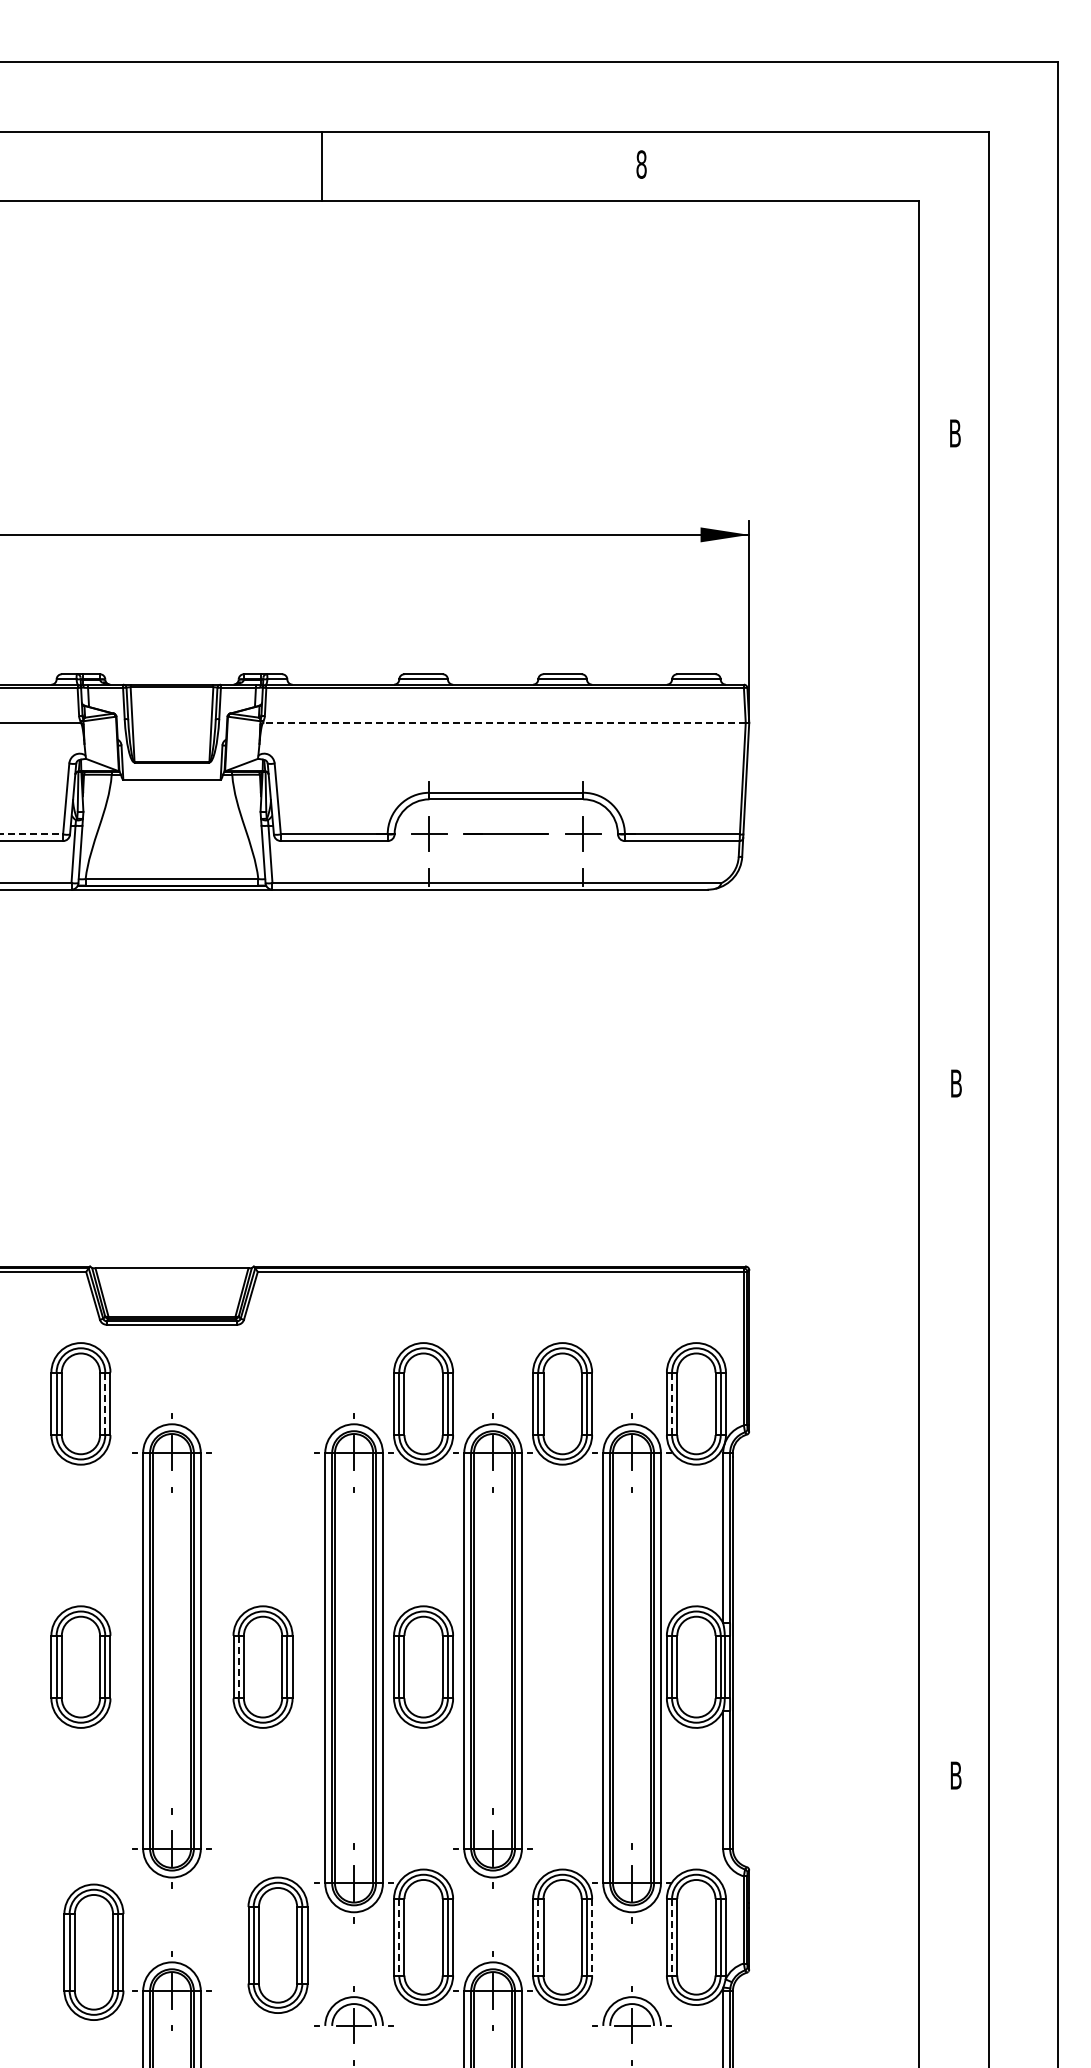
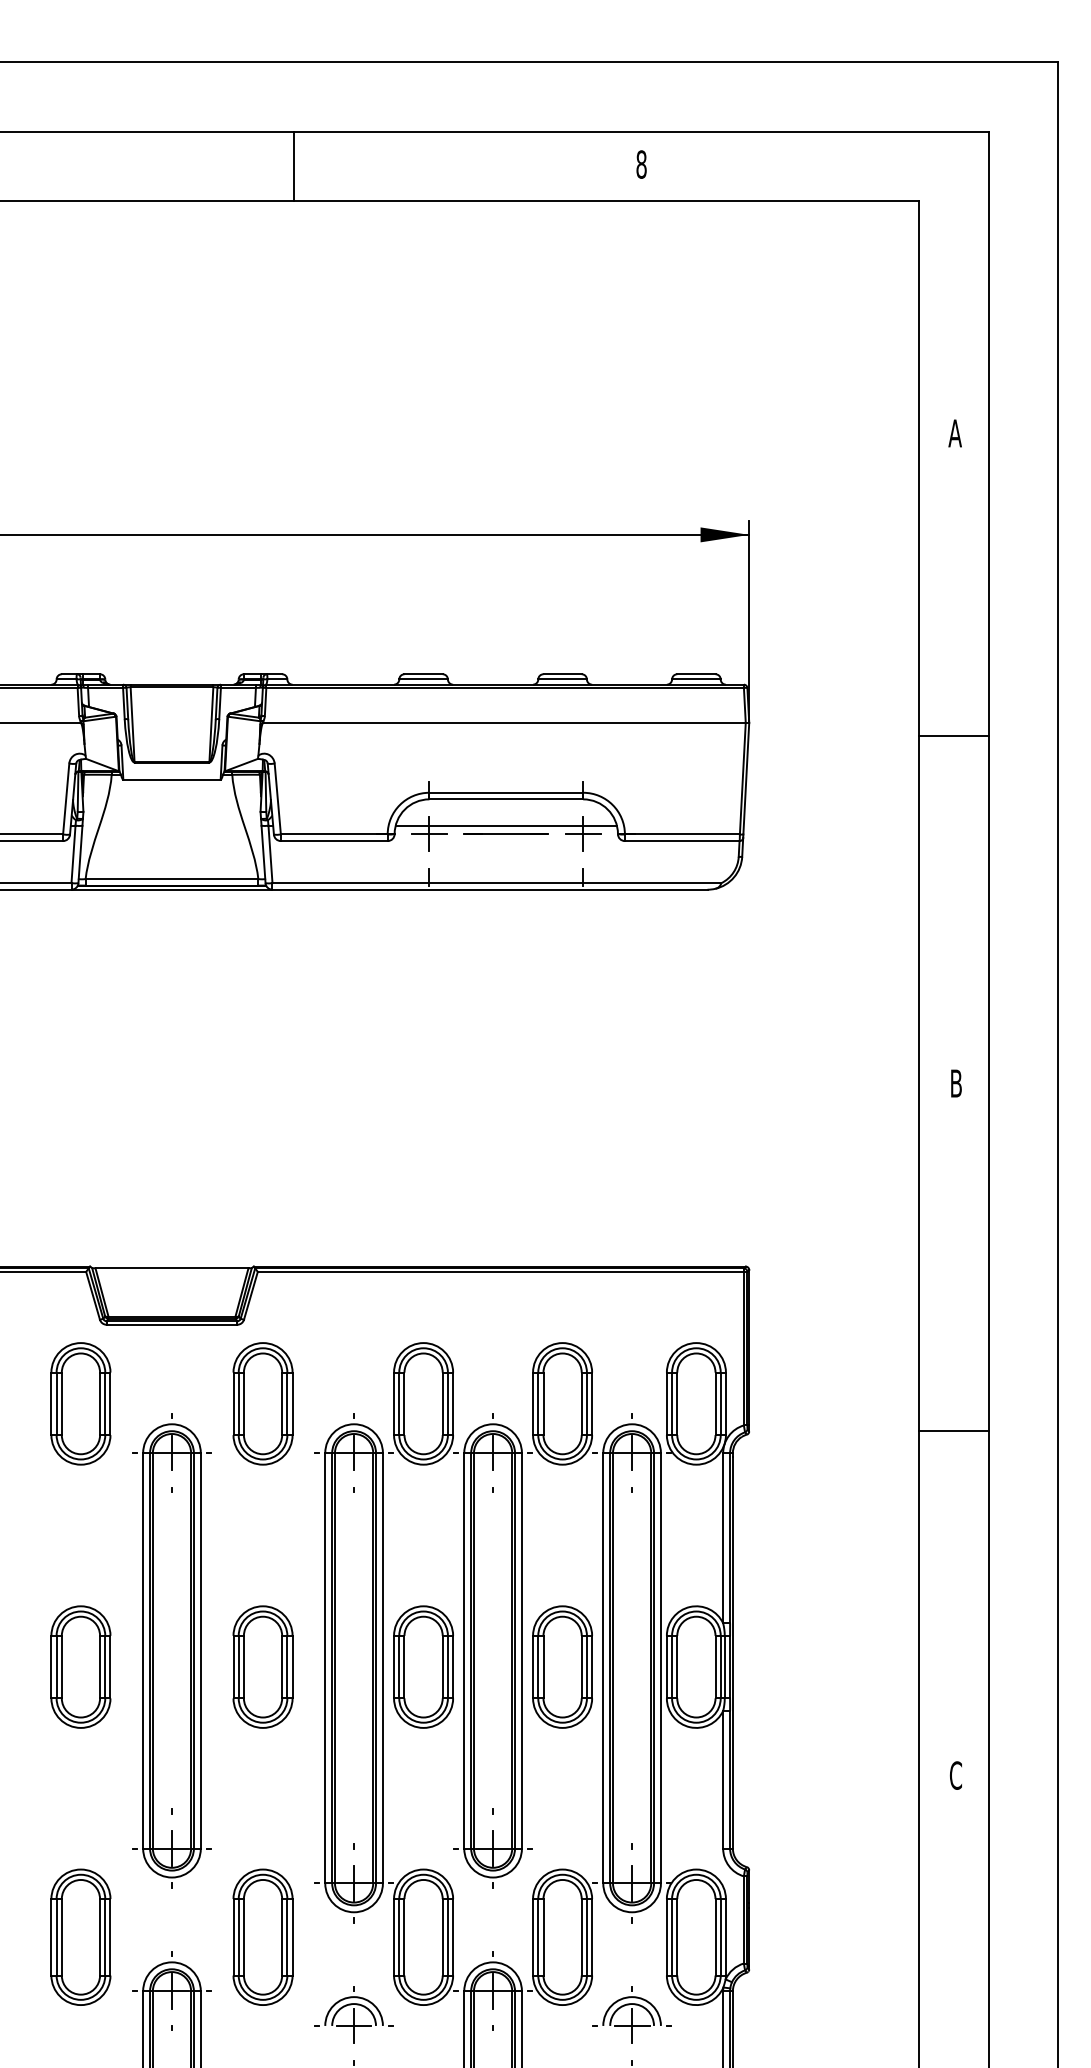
line at (321, 166) position: (321, 166) -> (293, 166)
text at (954, 433): B -> A
line at (504, 722): dashed -> solid
line at (953, 736): none -> present
line at (505, 825): none -> present
line at (32, 834): dashed -> solid
part at (262, 1403): none -> present
line at (105, 1404): dashed -> solid
line at (672, 1404): dashed -> solid
line at (953, 1431): none -> present
line at (238, 1666): dashed -> solid
part at (562, 1666): none -> present
text at (955, 1775): B -> C
line at (399, 1937): dashed -> solid
line at (538, 1937): dashed -> solid
line at (592, 1937): dashed -> solid
line at (672, 1937): dashed -> solid
part at (277, 1944) position: (277, 1944) -> (262, 1936)
part at (93, 1951) position: (93, 1951) -> (80, 1936)
